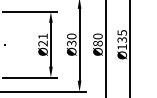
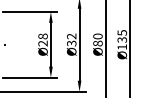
text at (42, 36): Ø21 -> Ø28
text at (71, 36): Ø30 -> Ø32
